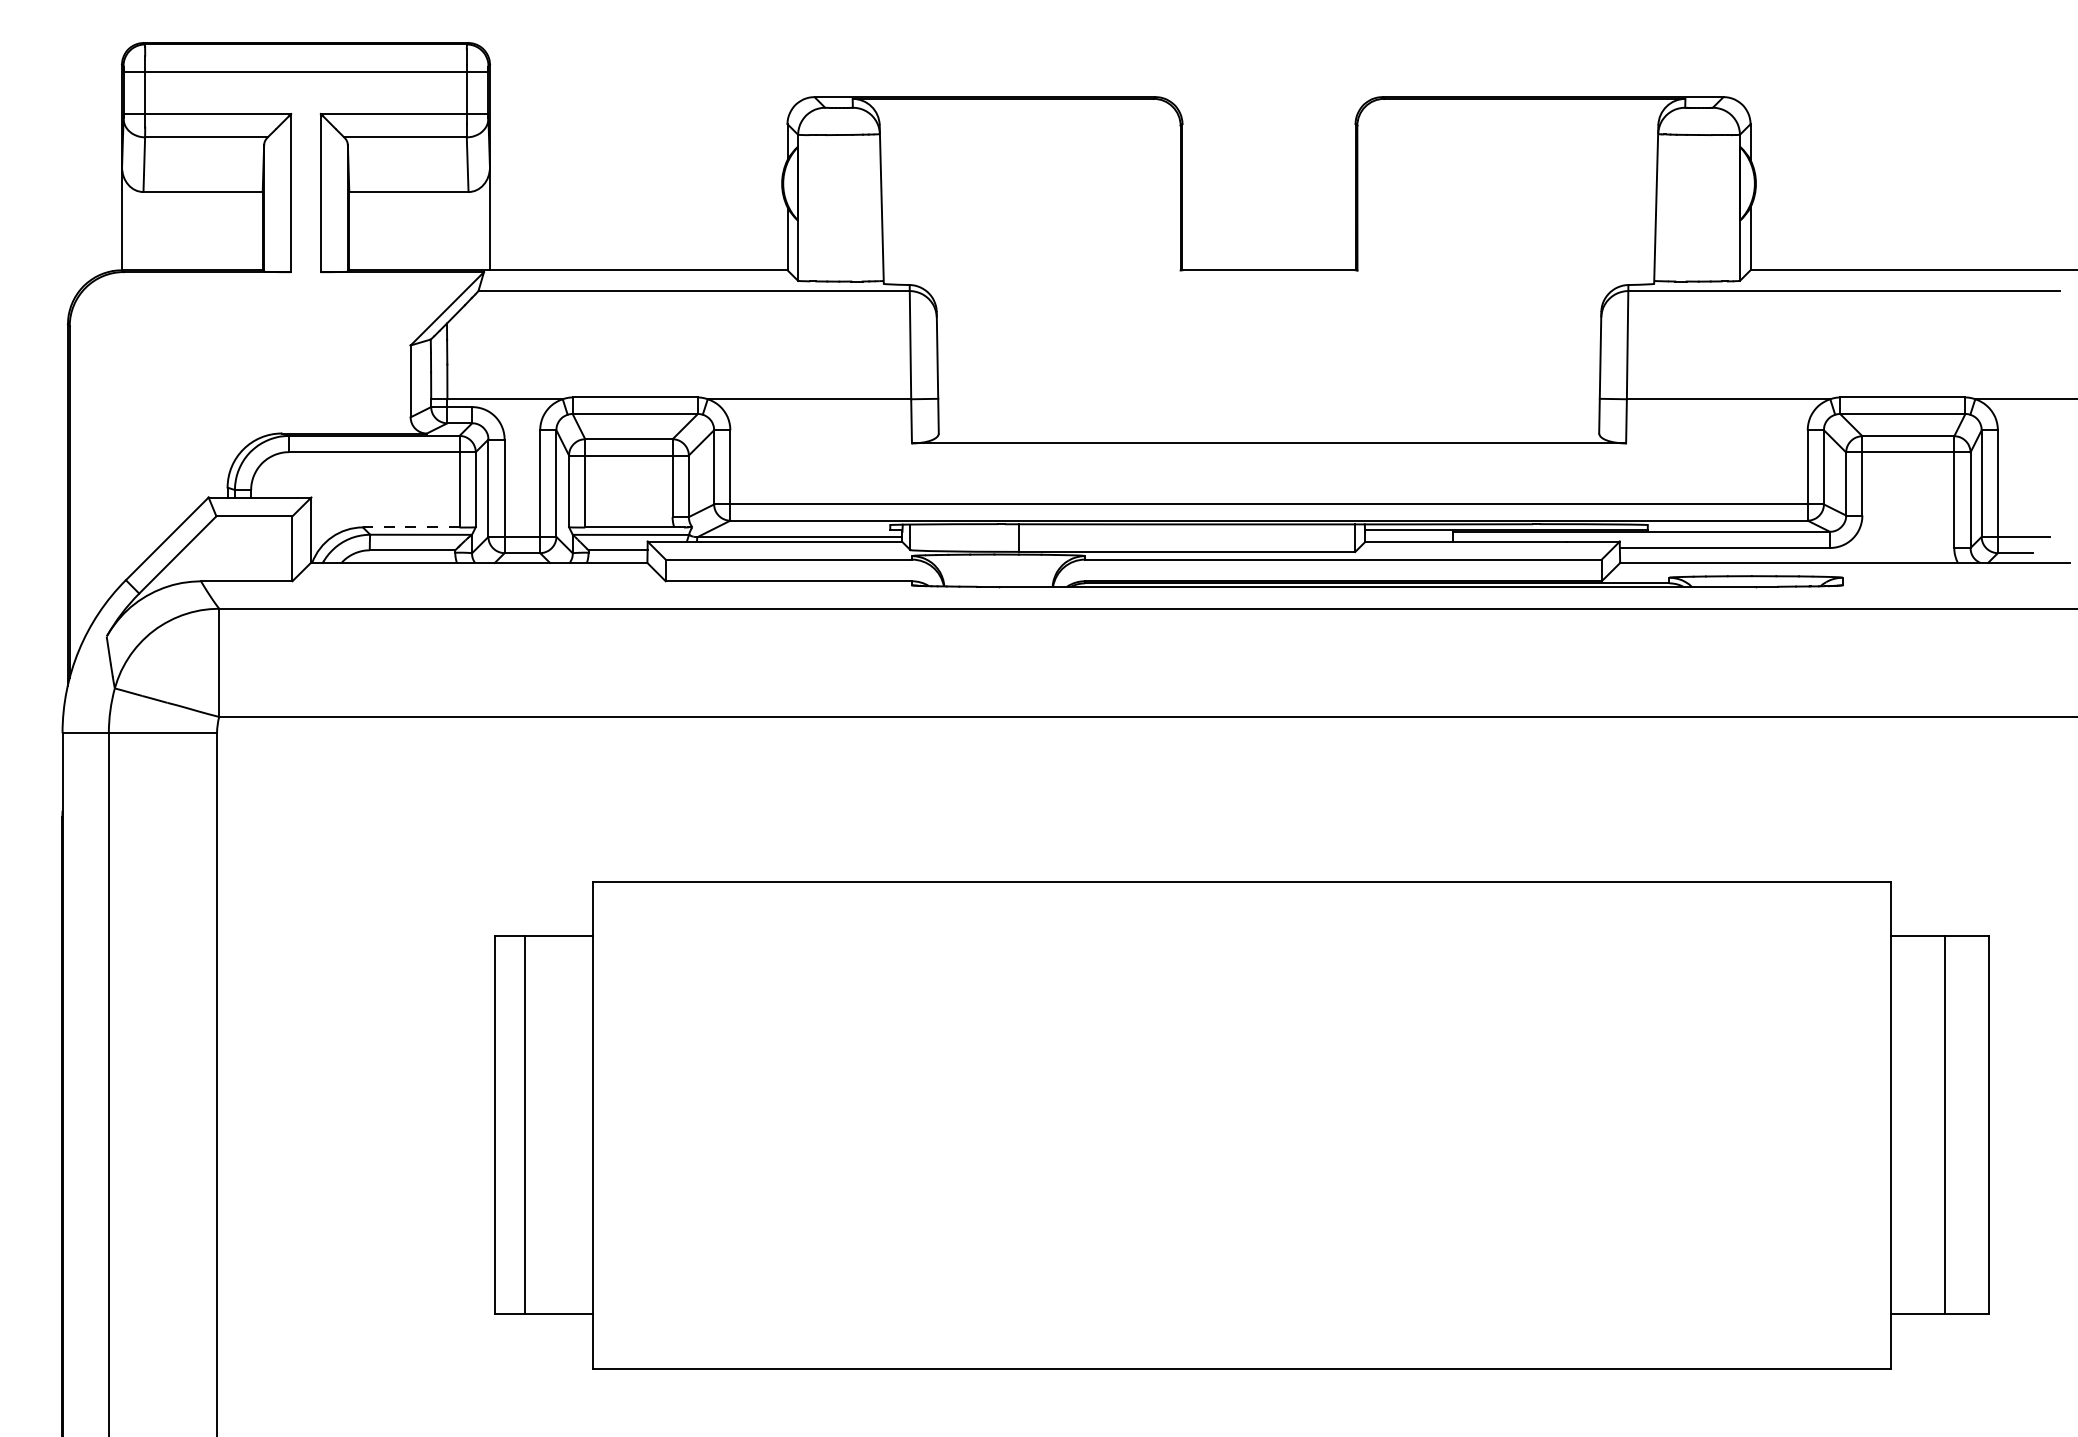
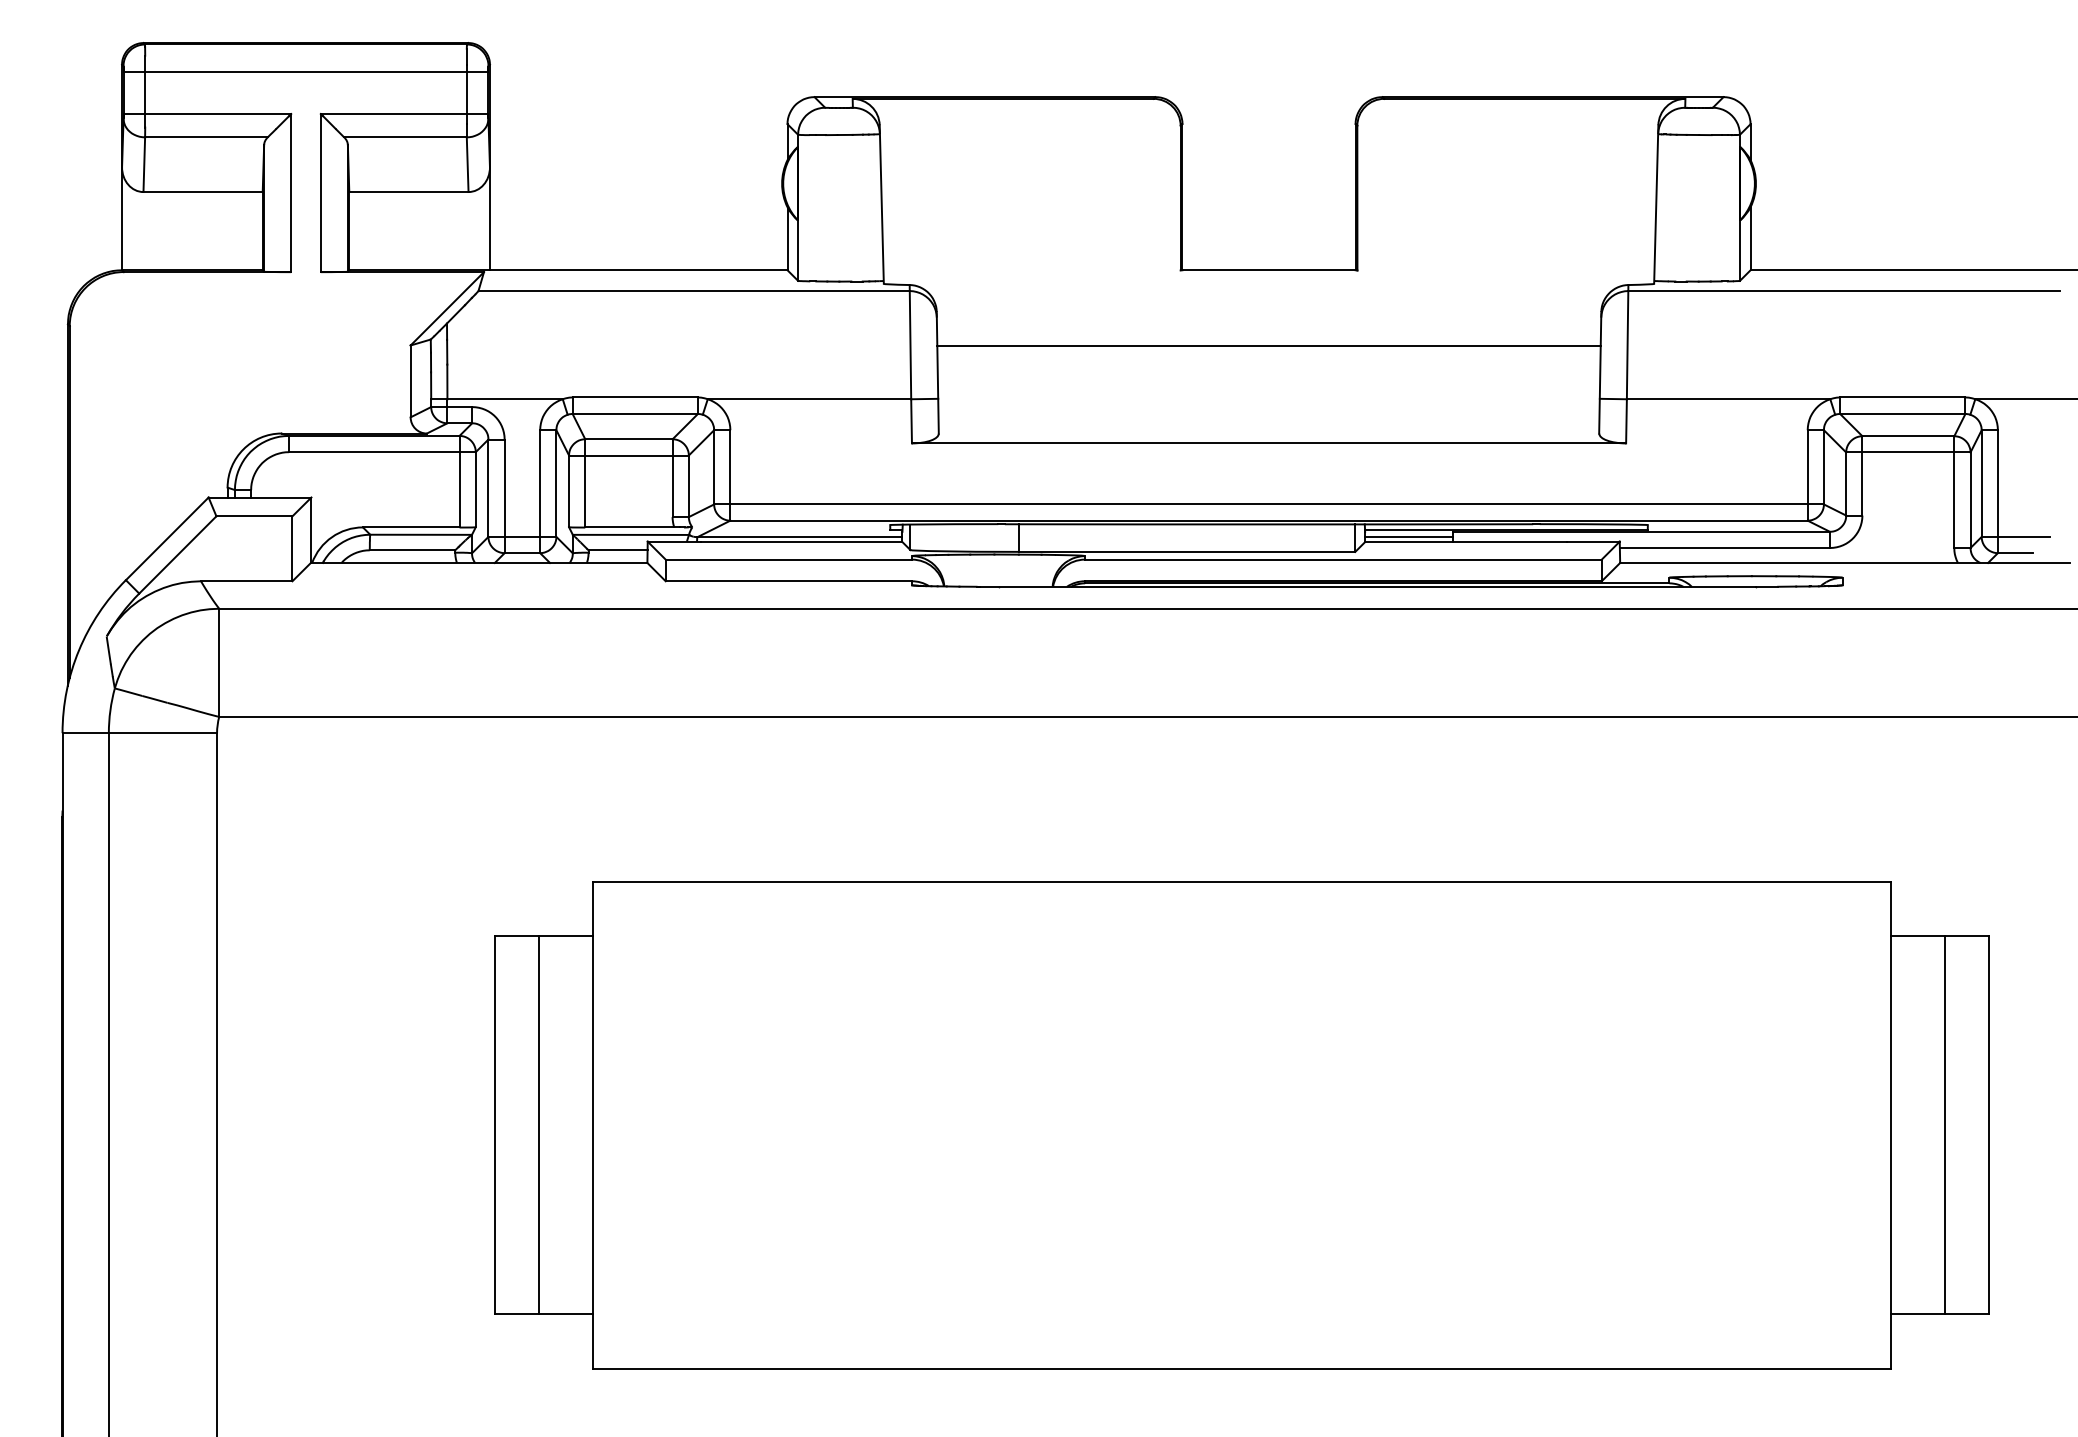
line at (1268, 346): none -> present
line at (410, 527): dashed -> solid
line at (1409, 537): none -> present
line at (524, 1124) position: (524, 1124) -> (538, 1124)
